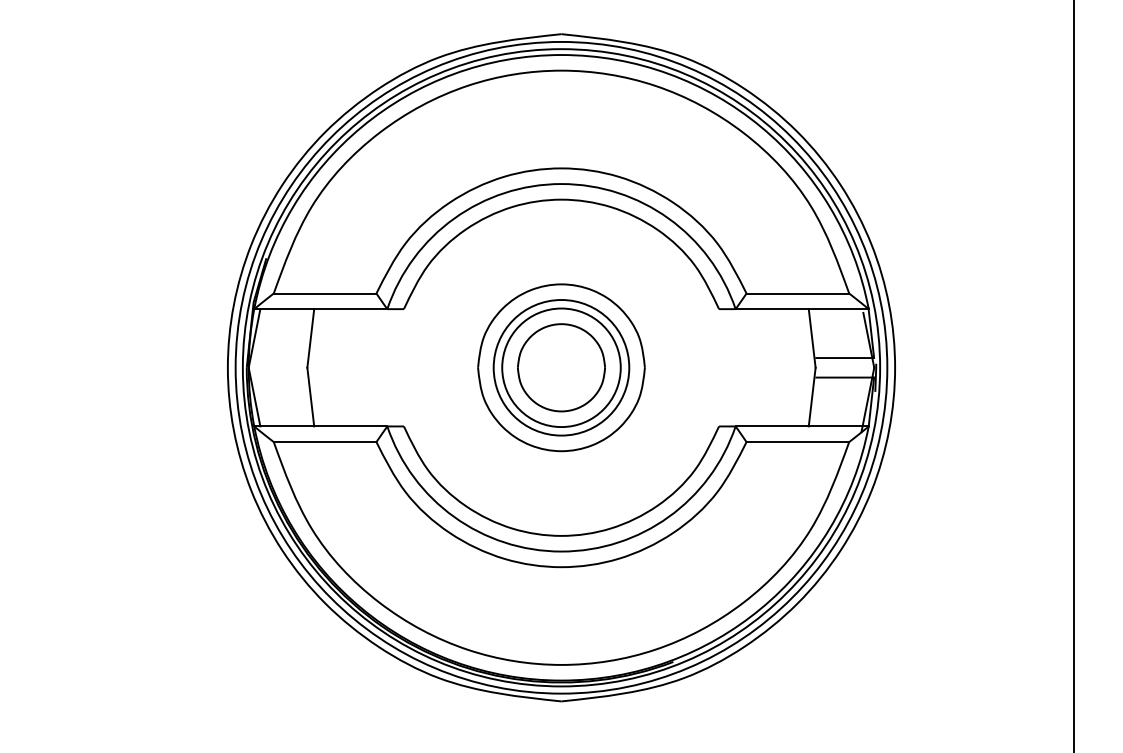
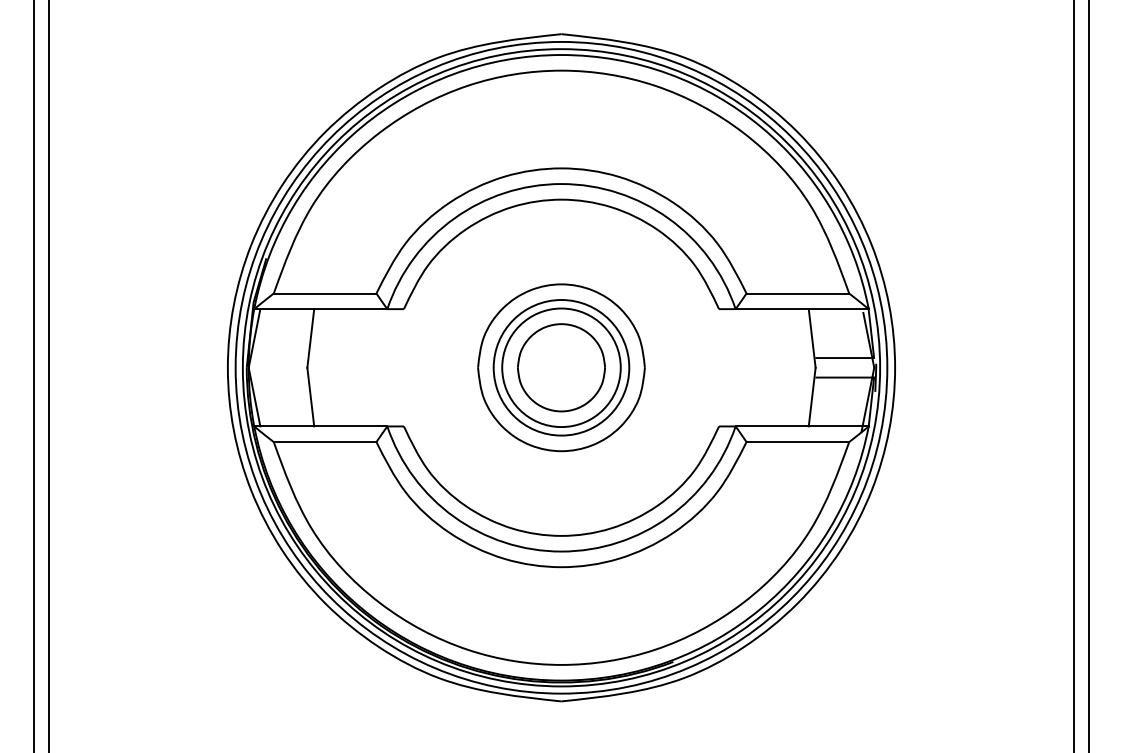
line at (33, 375): none -> present
line at (49, 375): none -> present
line at (1089, 375): none -> present
